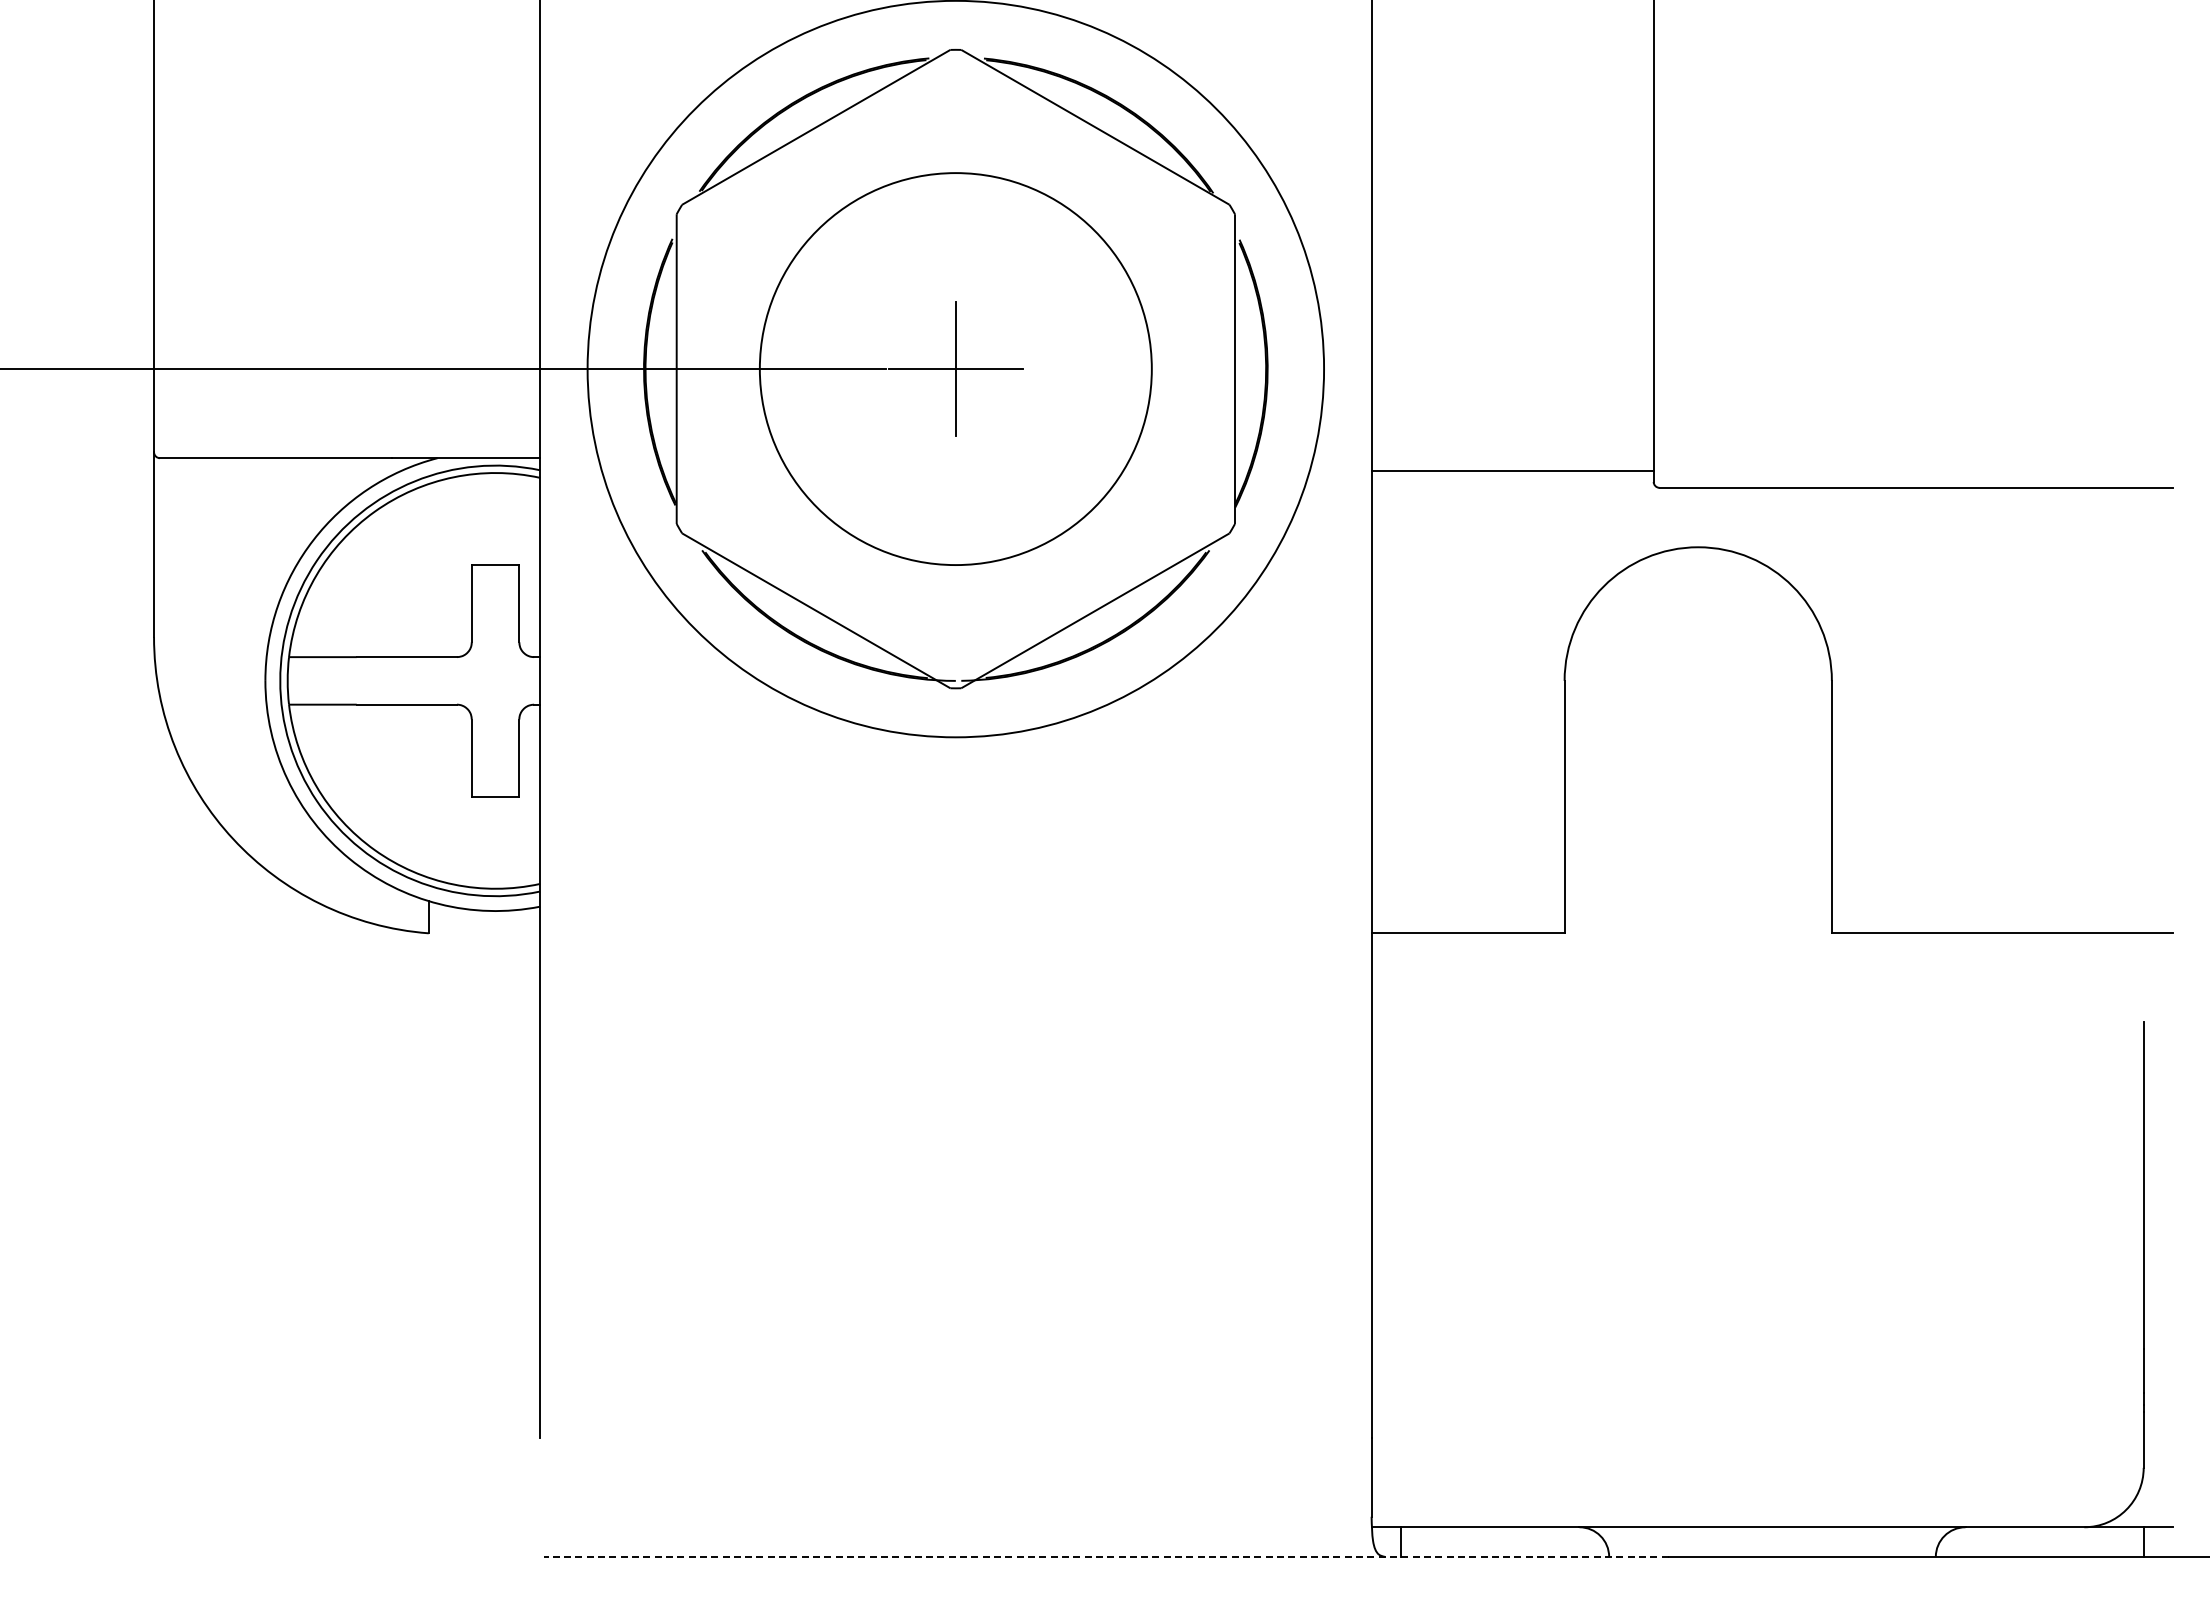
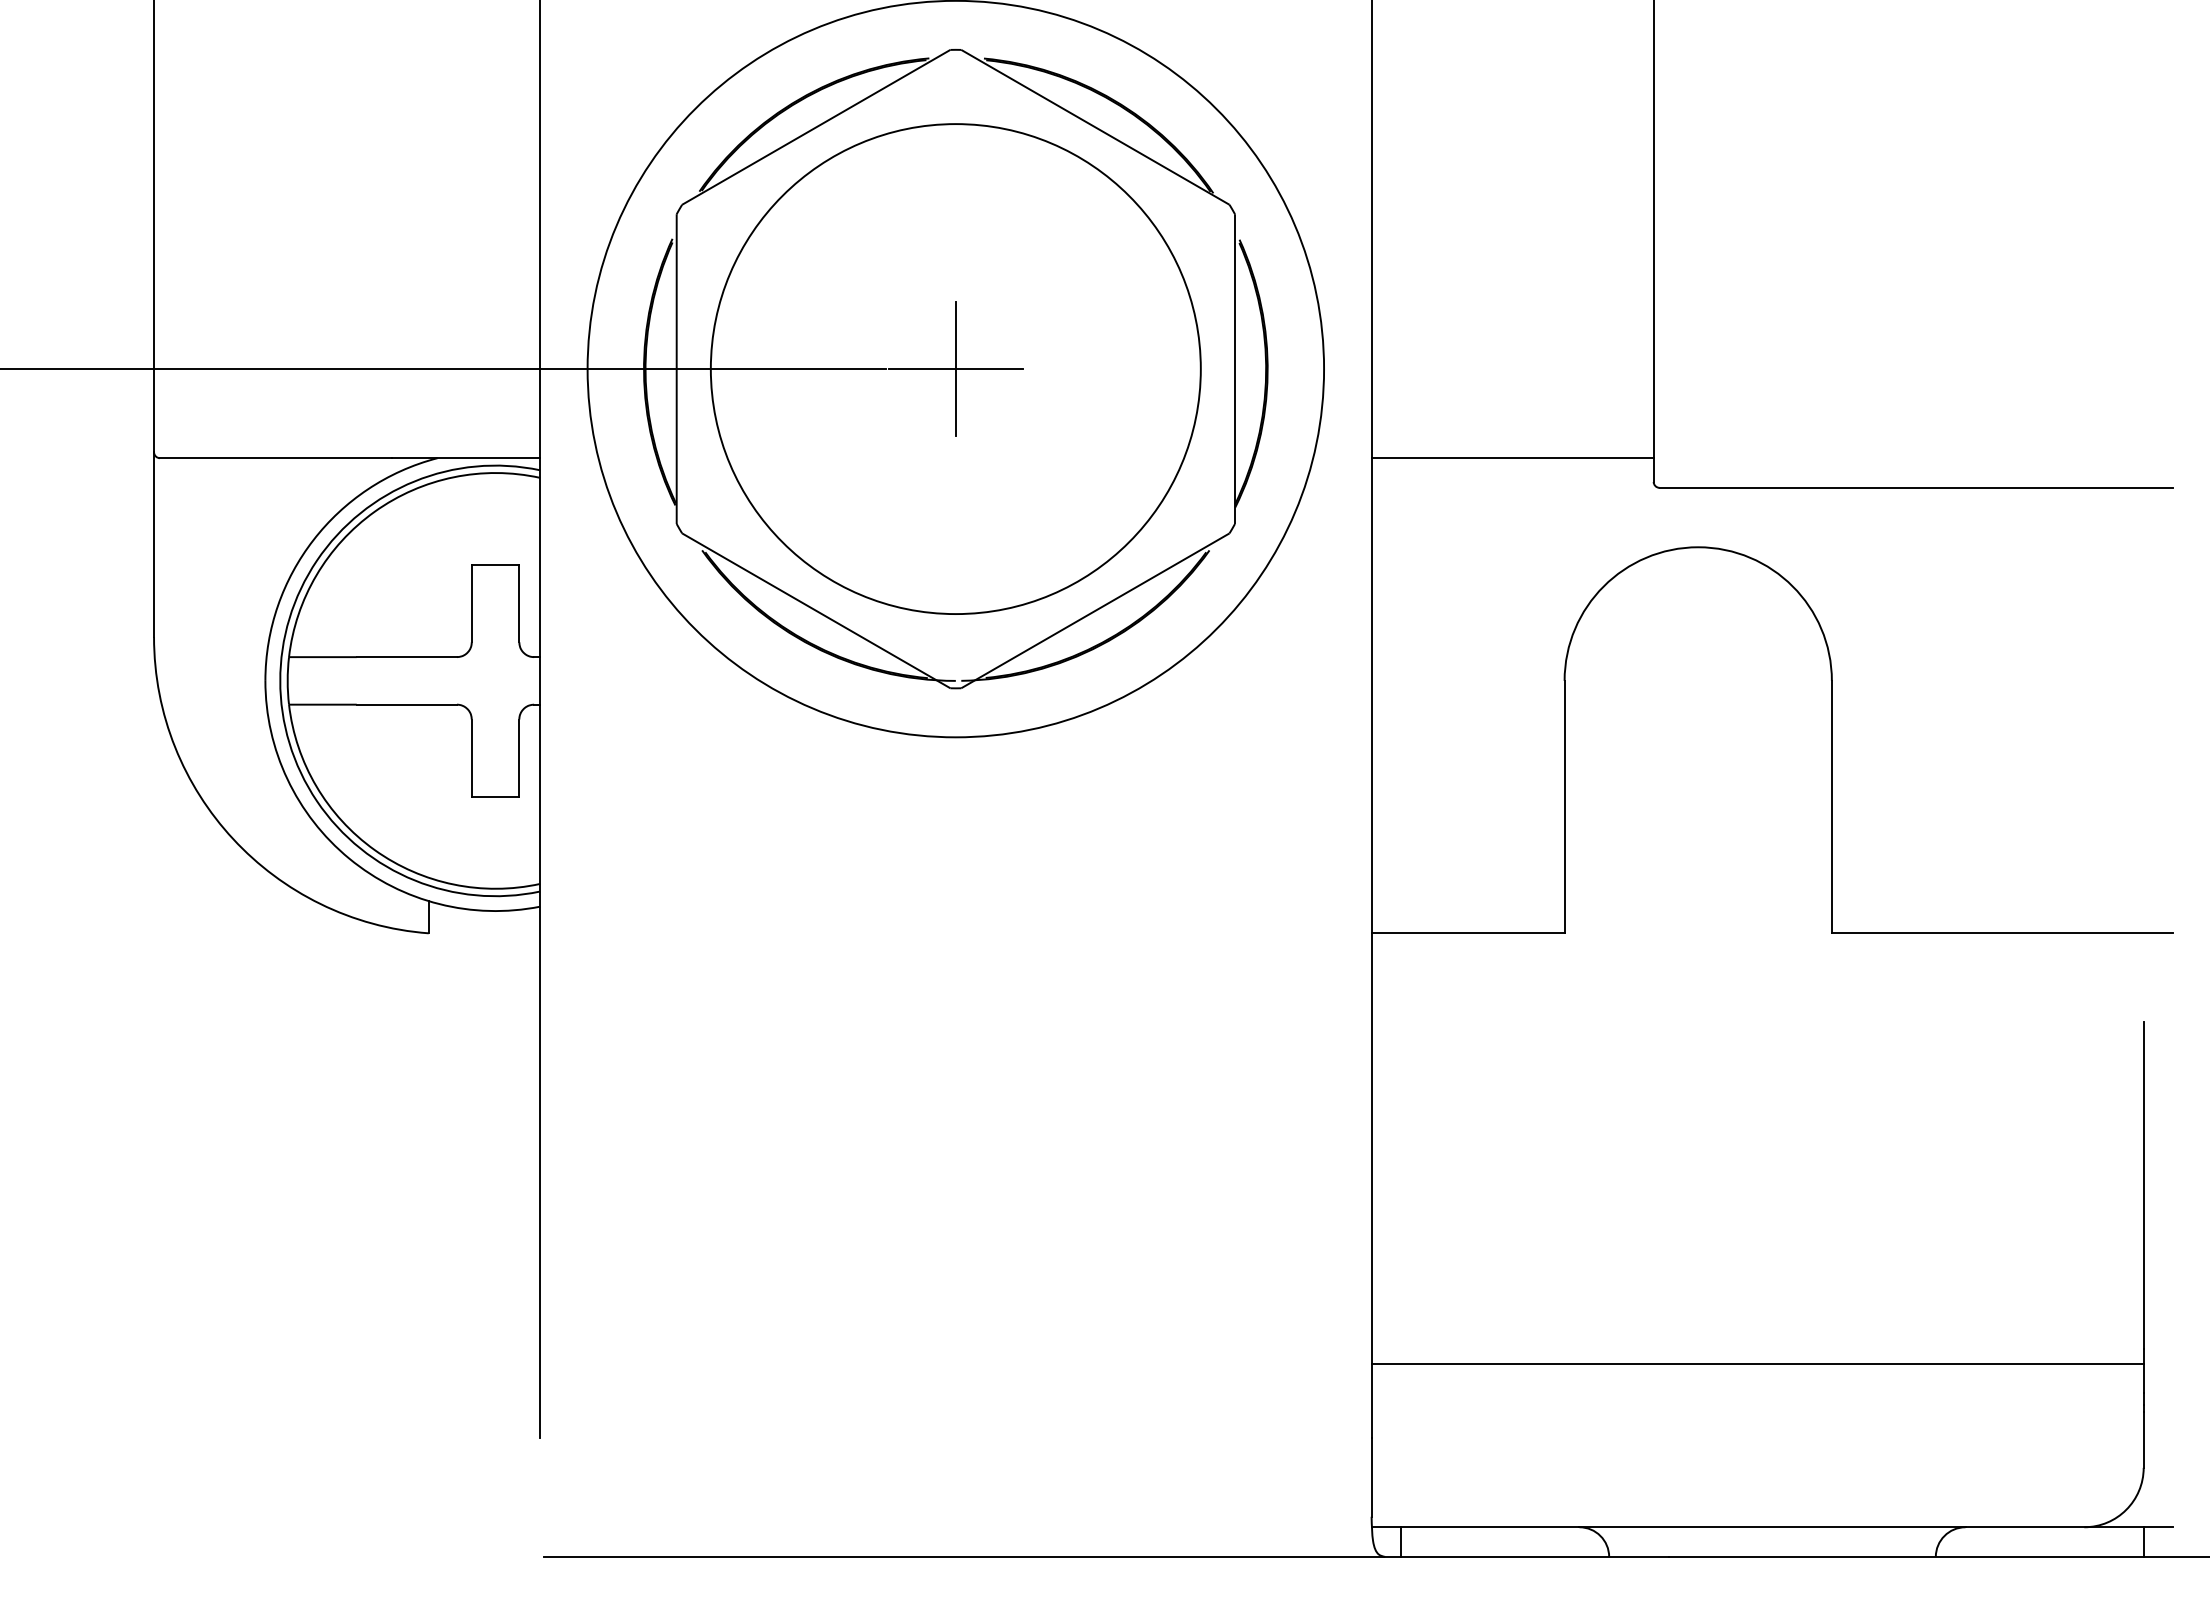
circle at (955, 369) diameter: 392 px -> 490 px
line at (1512, 471) position: (1512, 471) -> (1512, 458)
line at (1757, 1363): none -> present
line at (1105, 1556): dashed -> solid
